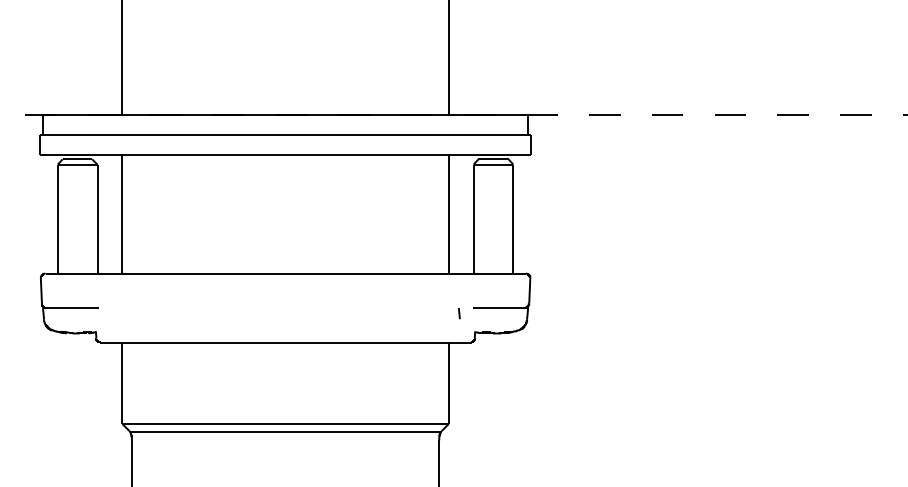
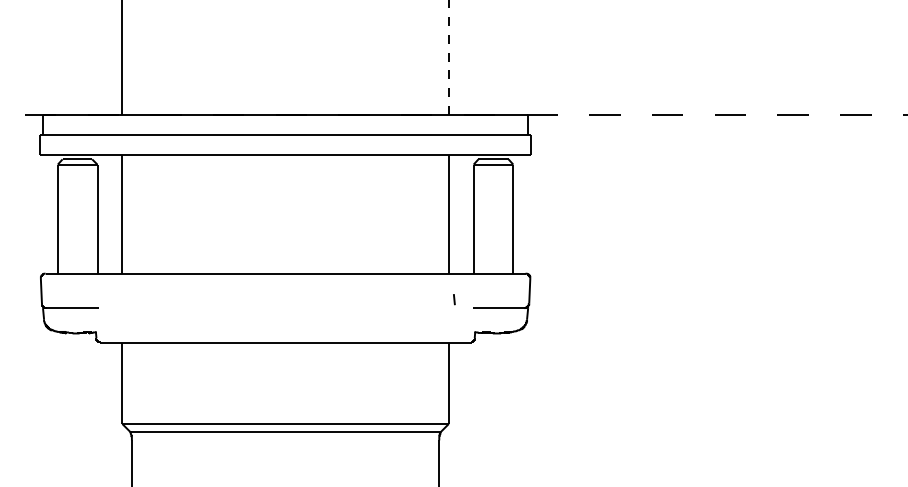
line at (448, 57): solid -> dashed
line at (459, 313) position: (459, 313) -> (454, 299)
